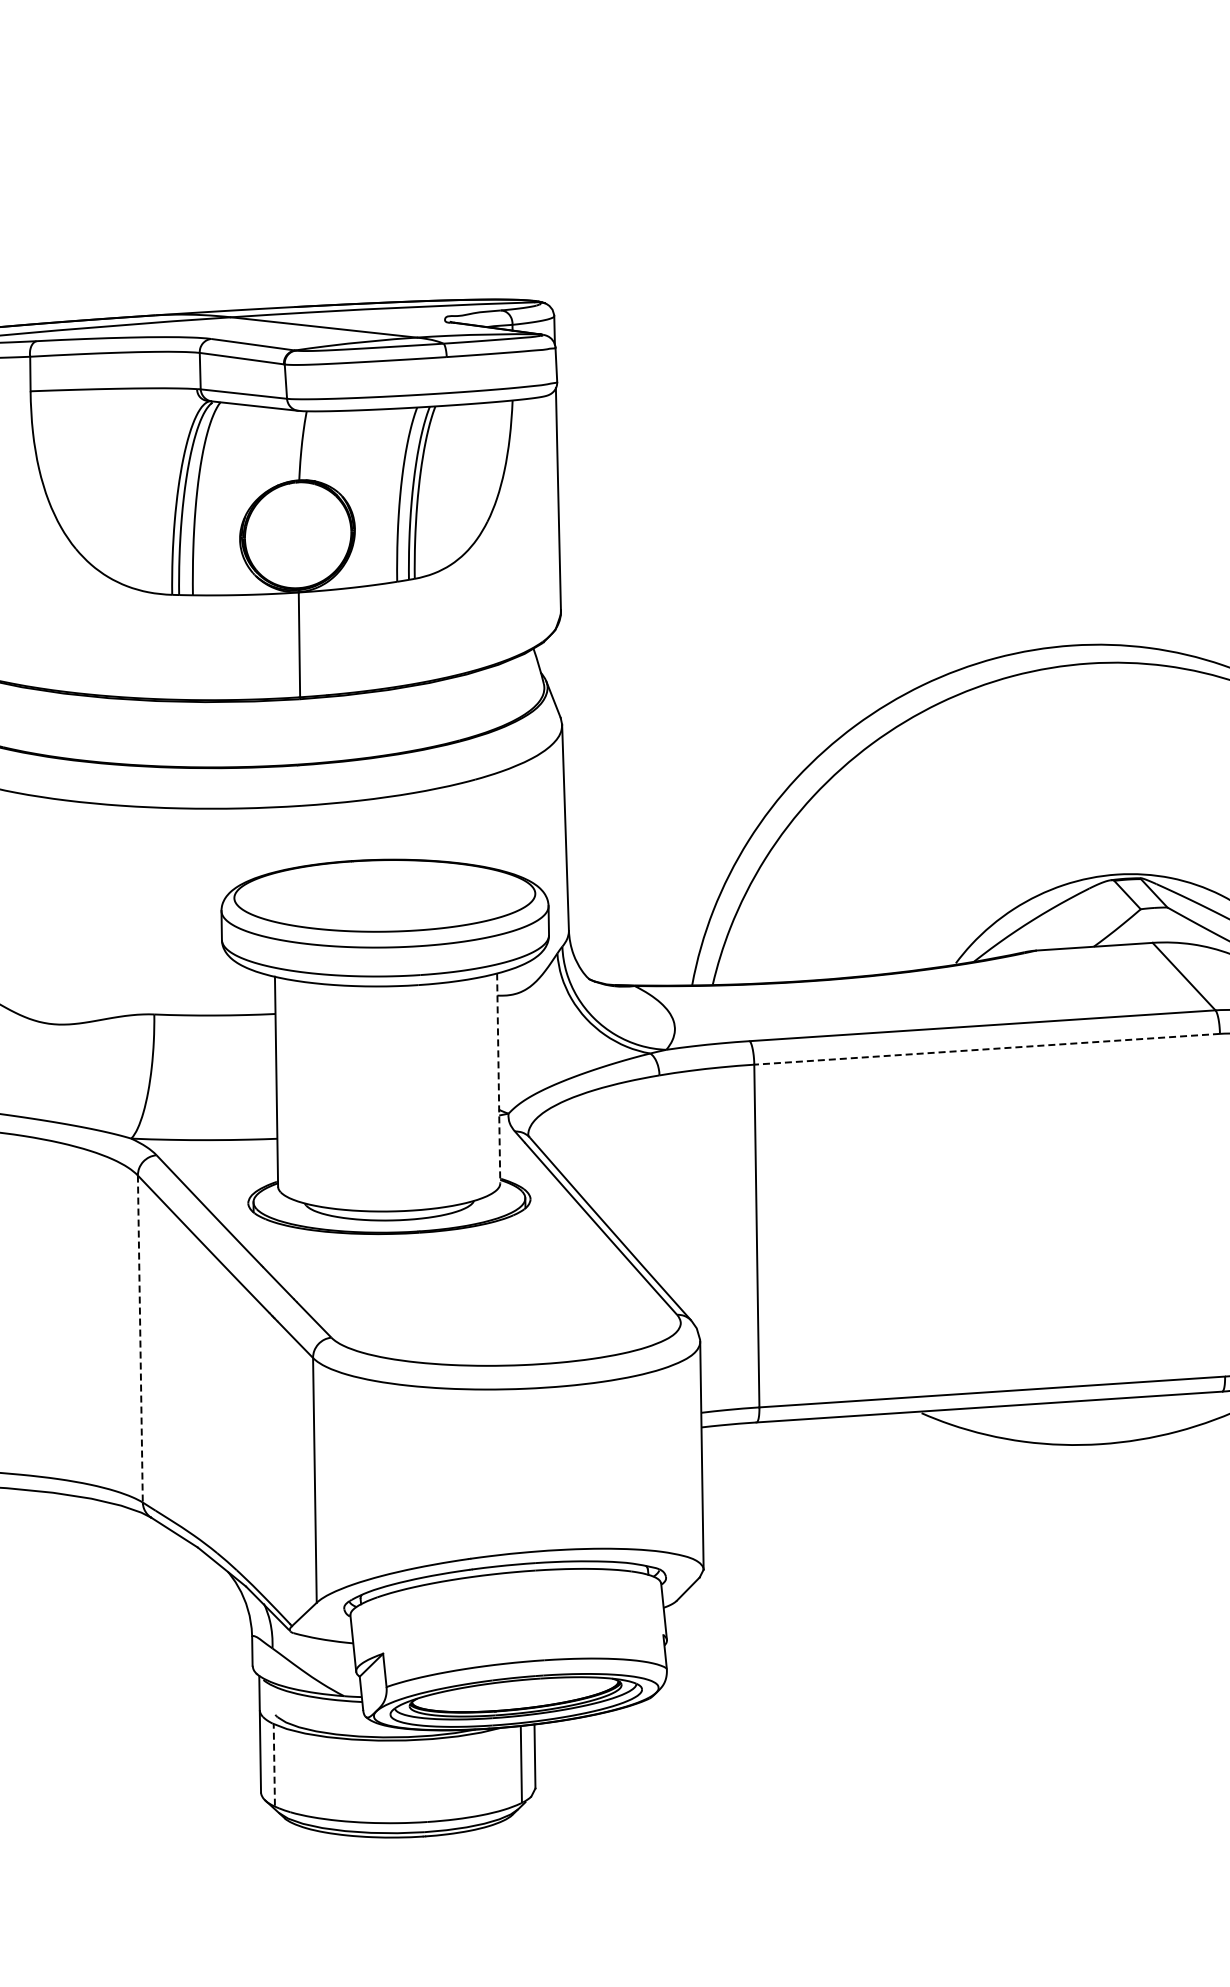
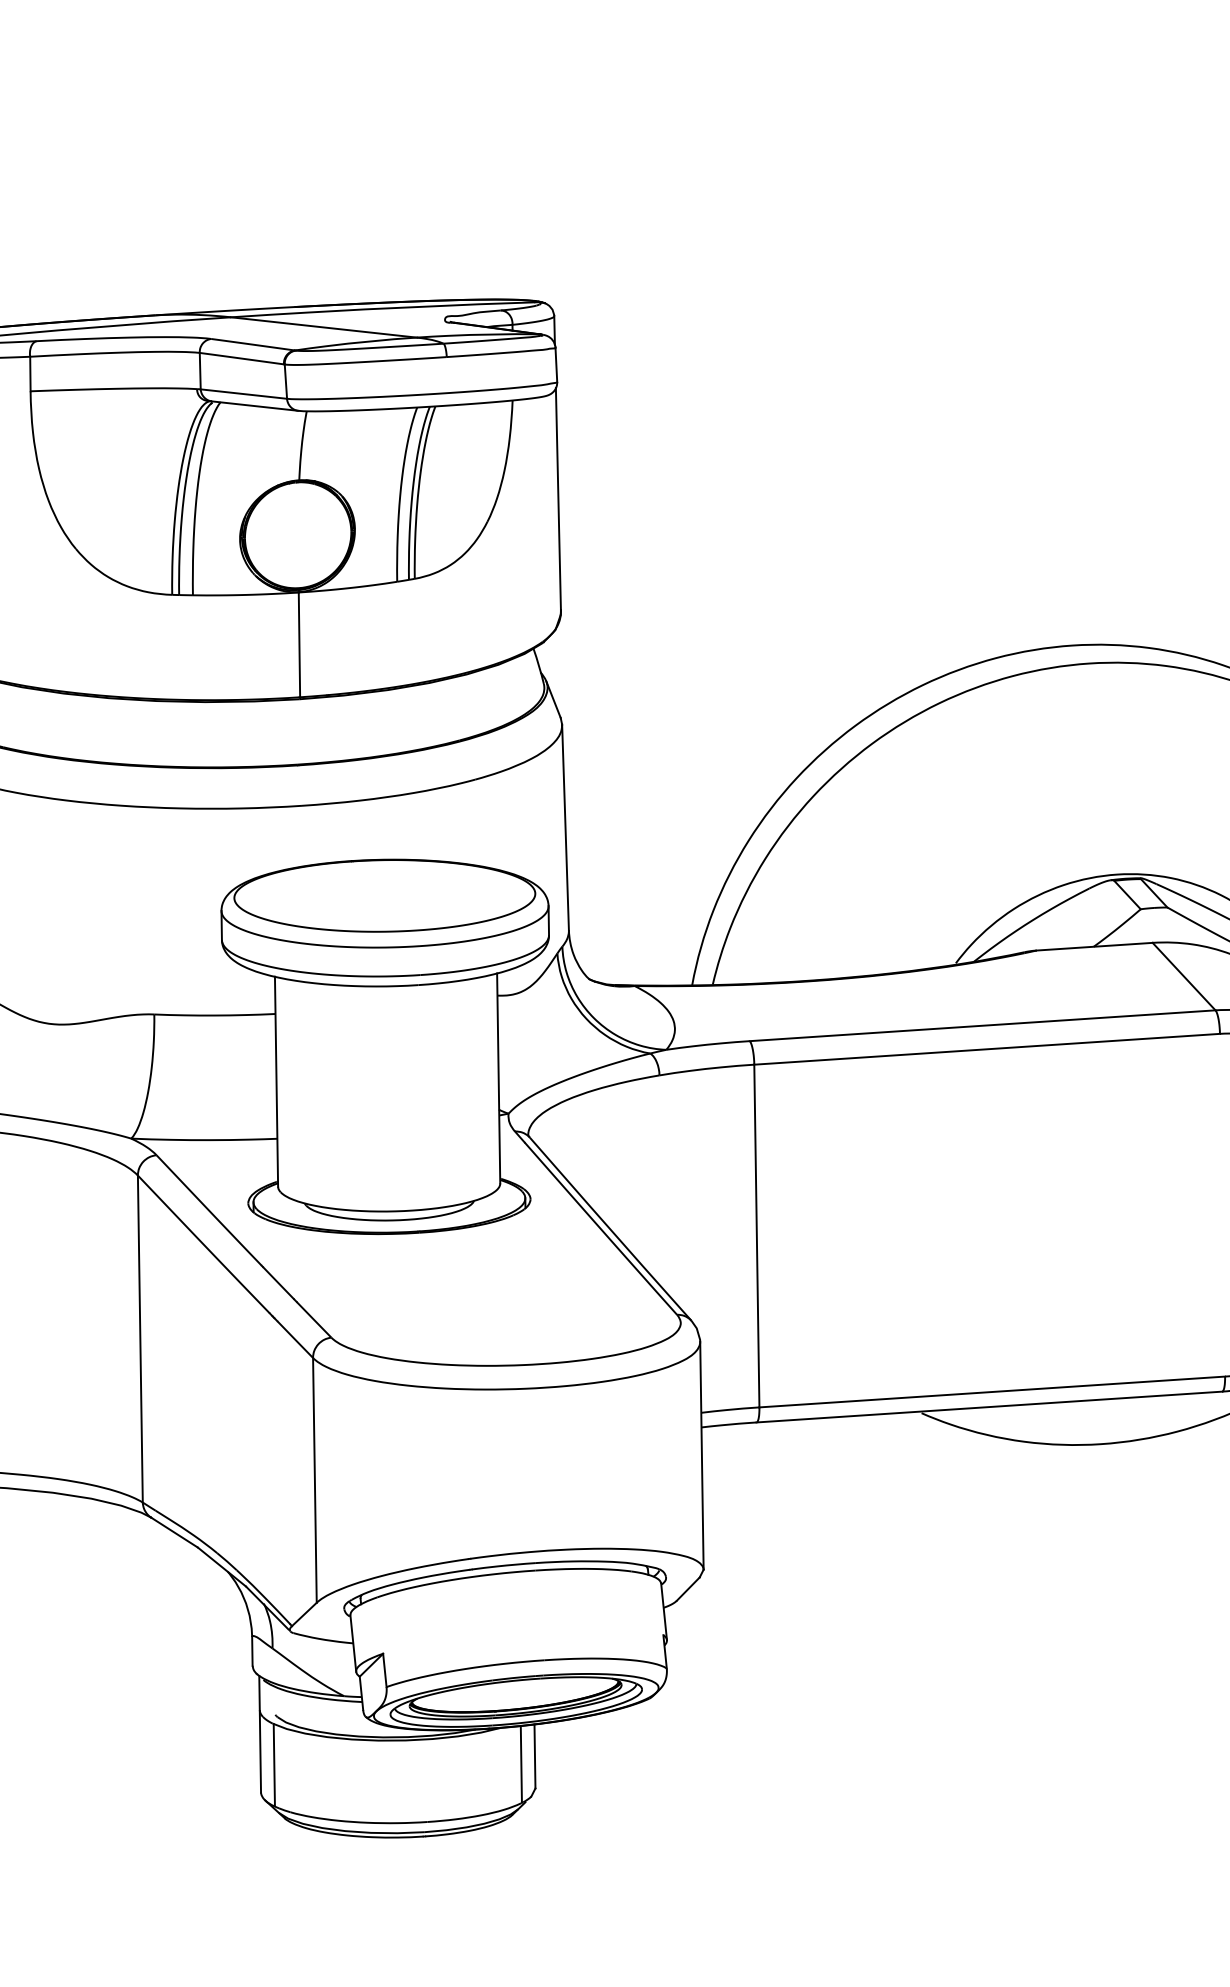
line at (986, 1049): dashed -> solid
line at (498, 1078): dashed -> solid
line at (140, 1339): dashed -> solid
line at (274, 1764): dashed -> solid
